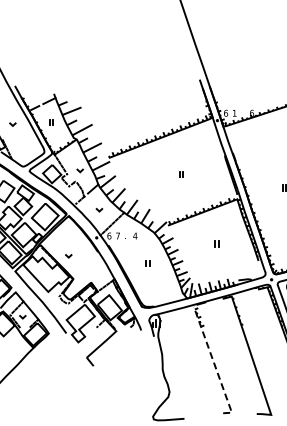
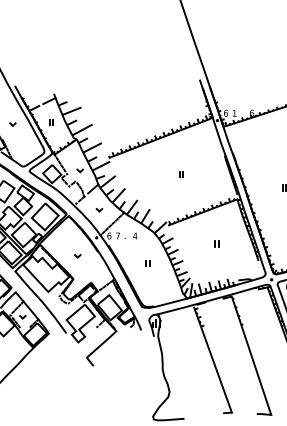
line at (68, 256) position: (68, 256) -> (77, 256)
line at (214, 363): dashed -> solid
